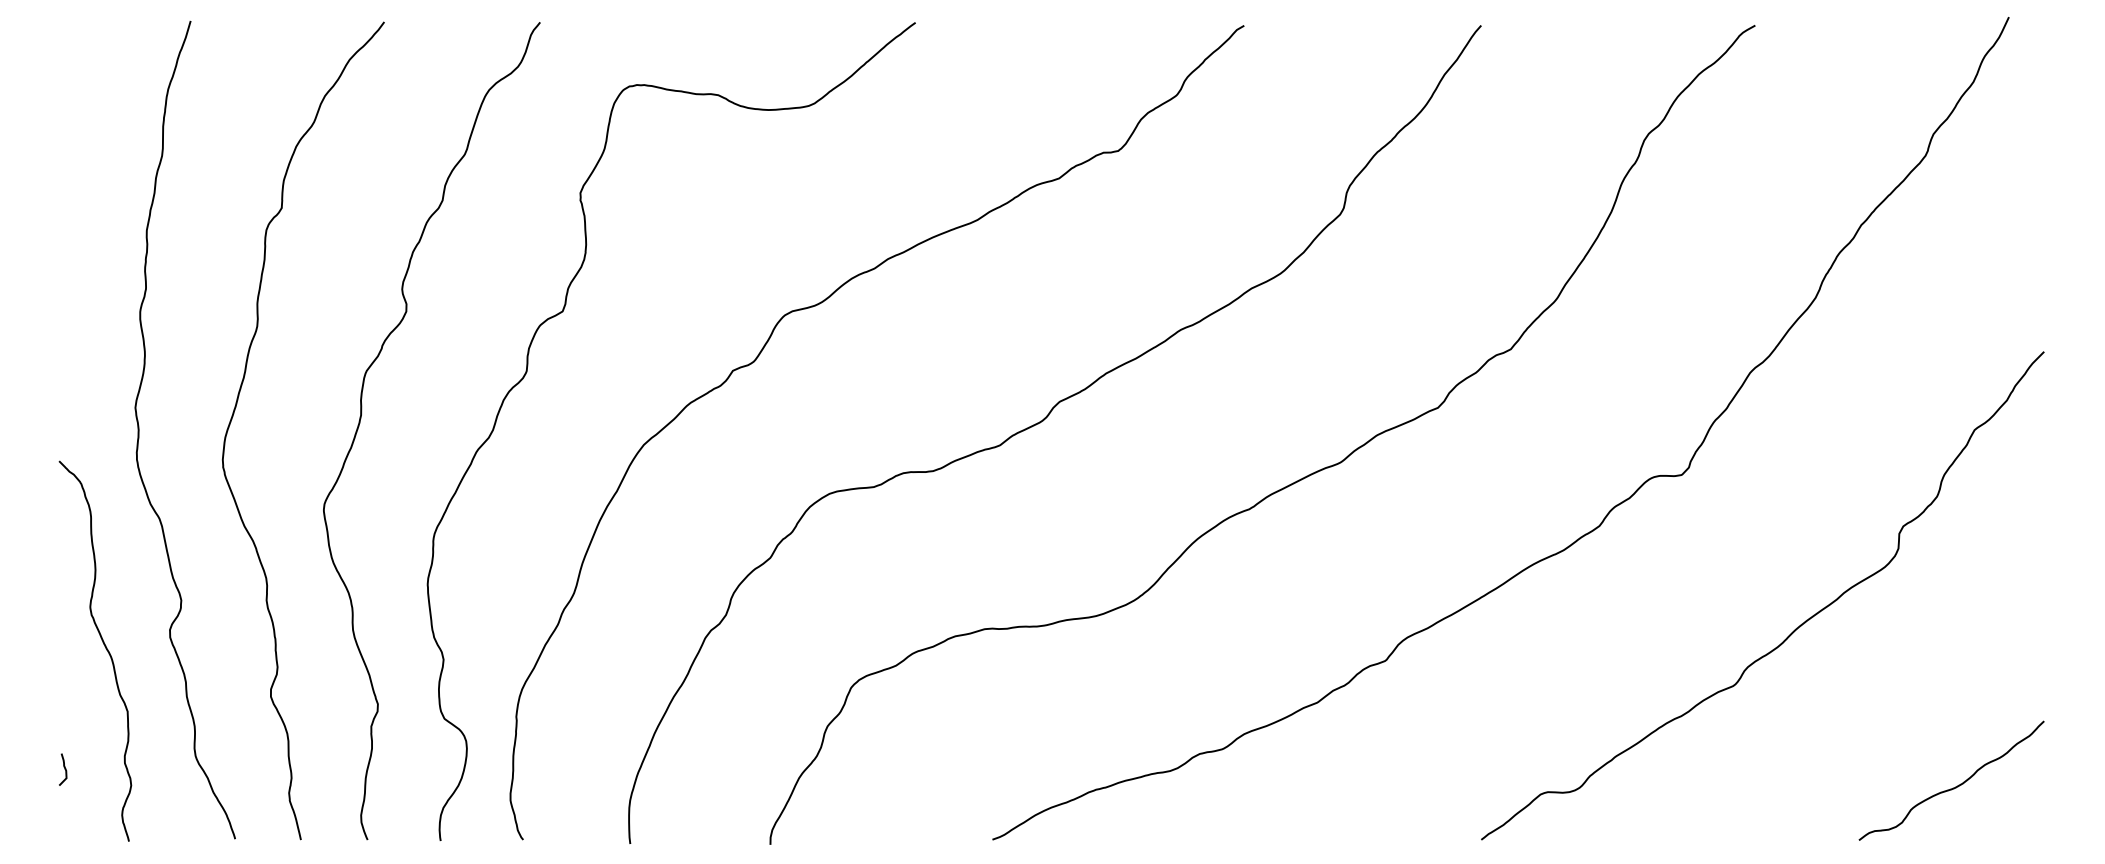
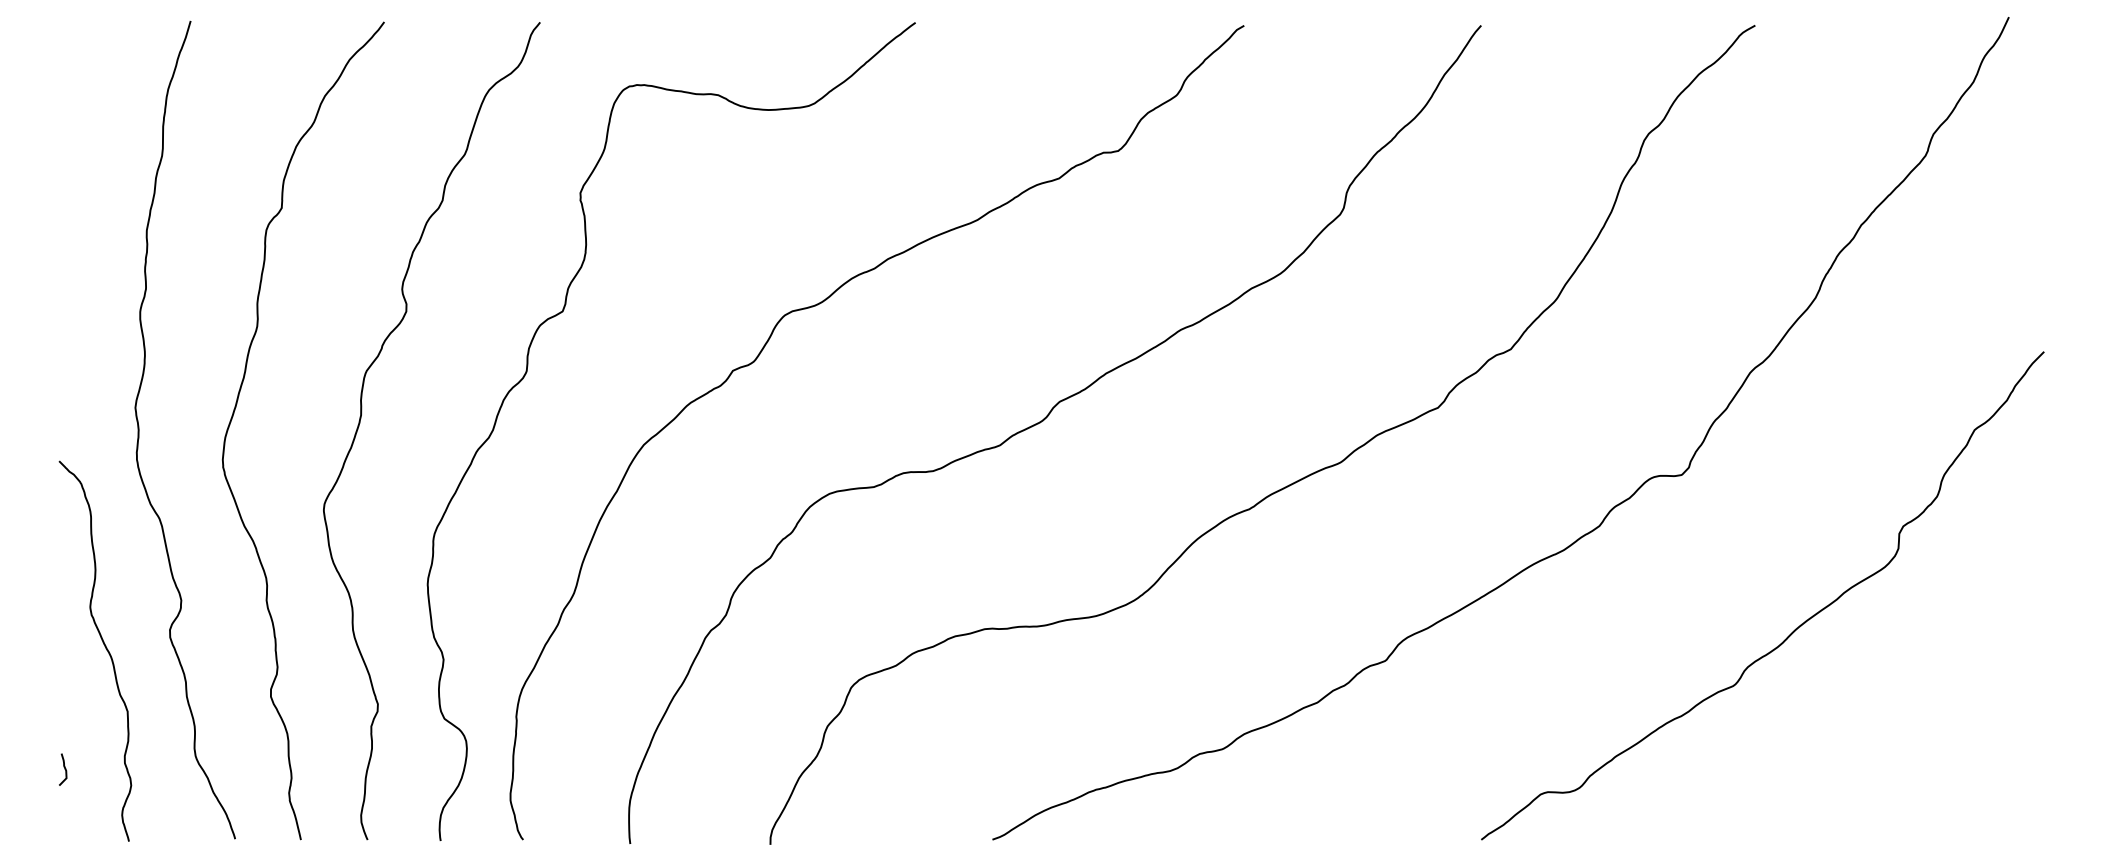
curve at (1955, 786): present -> none
